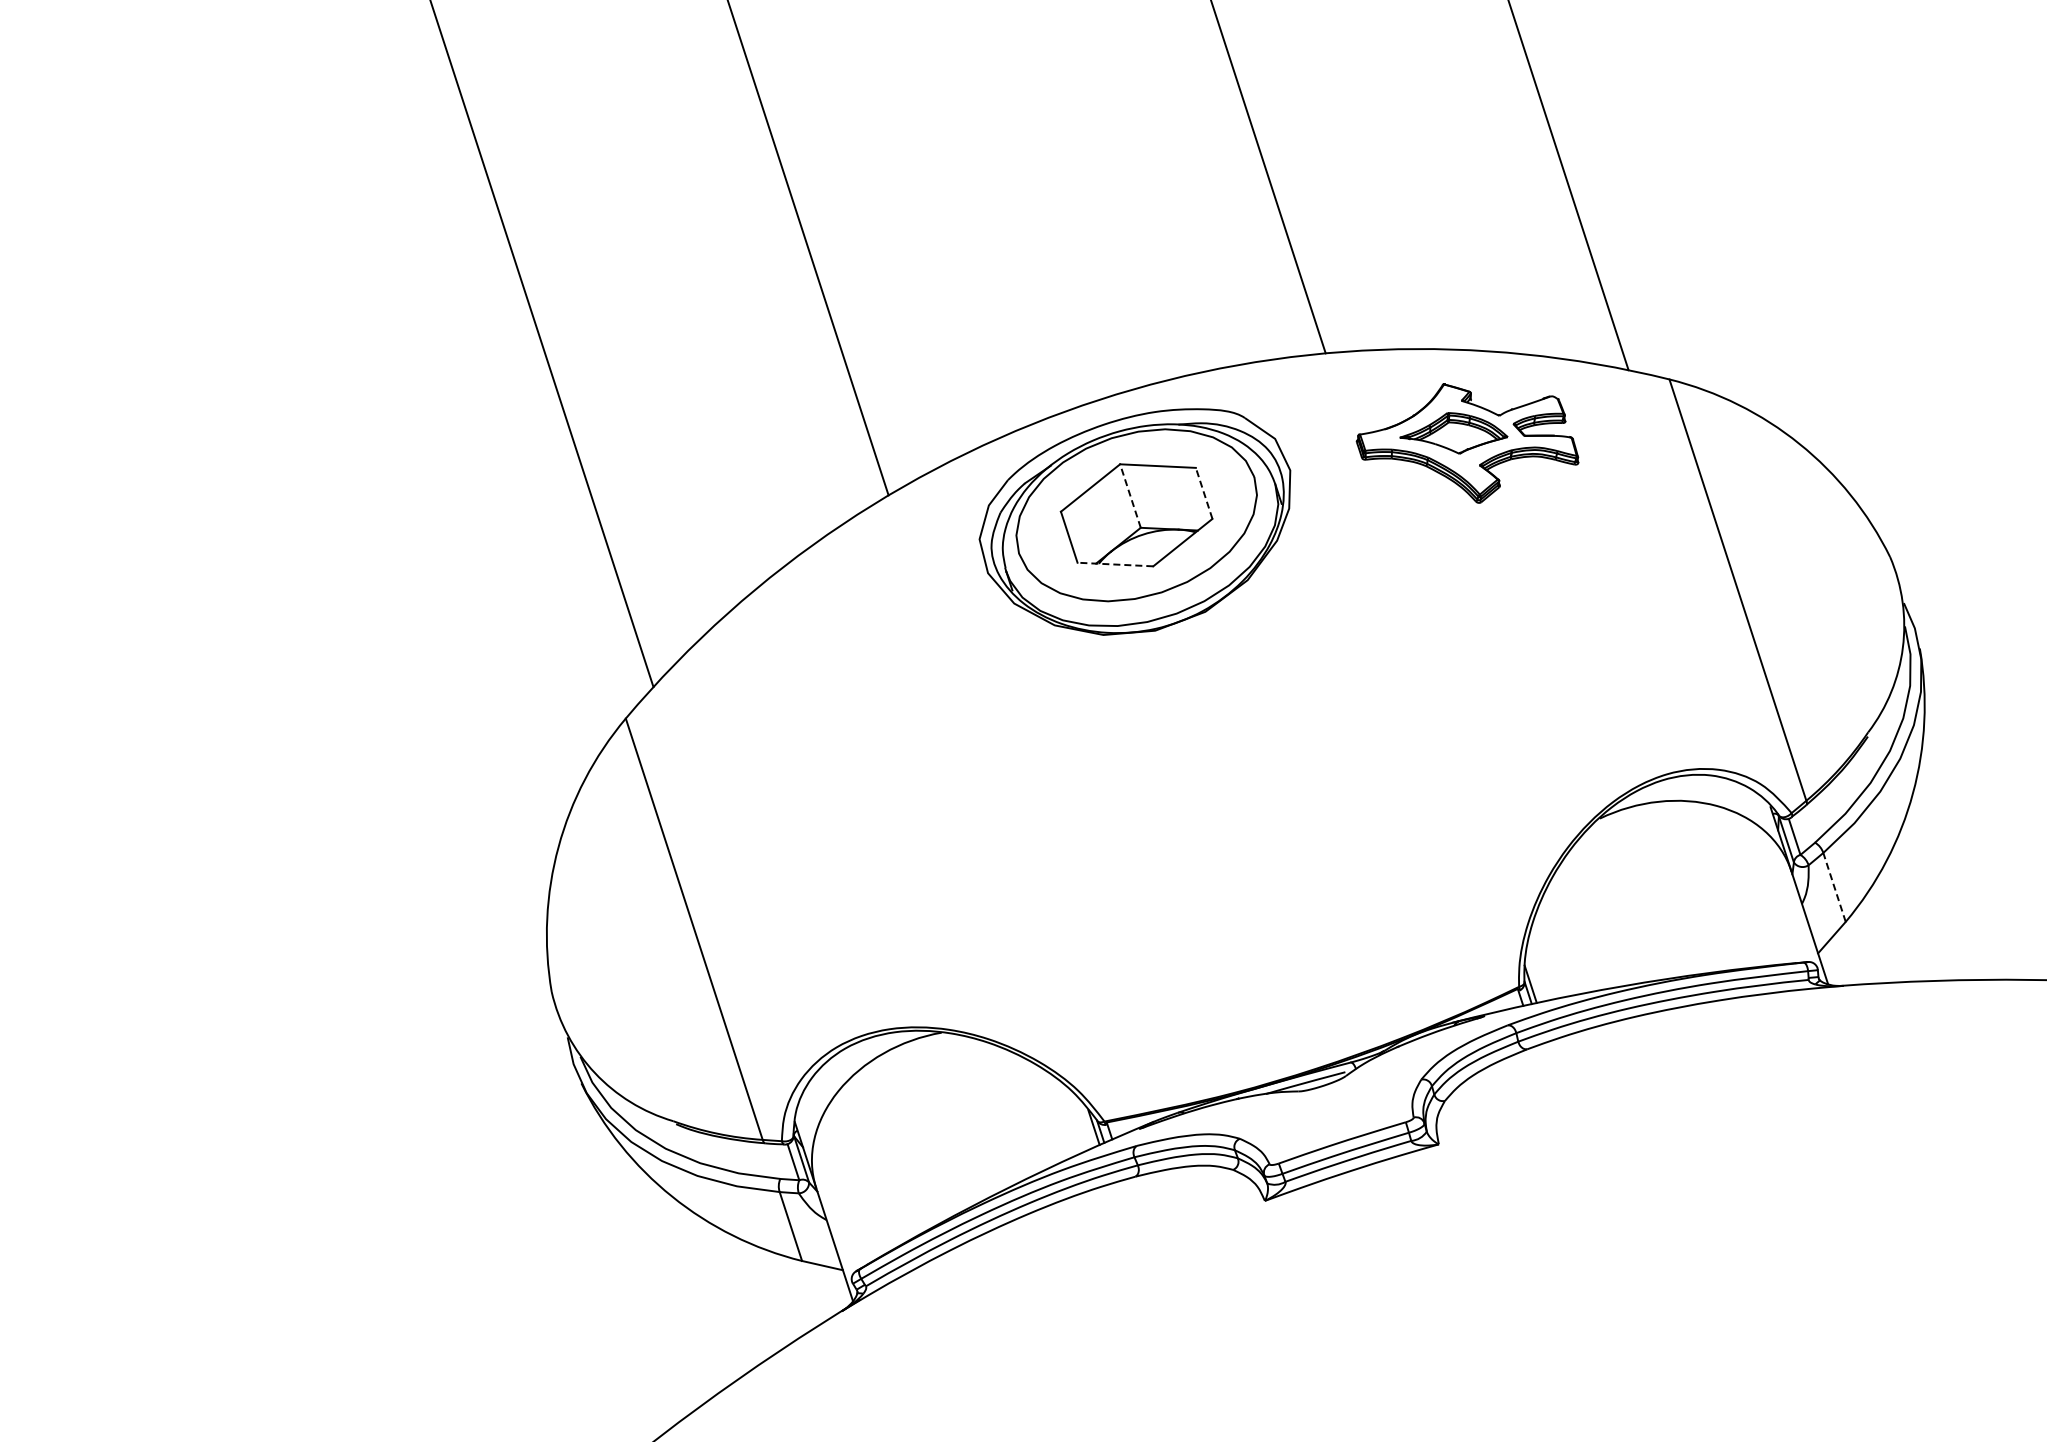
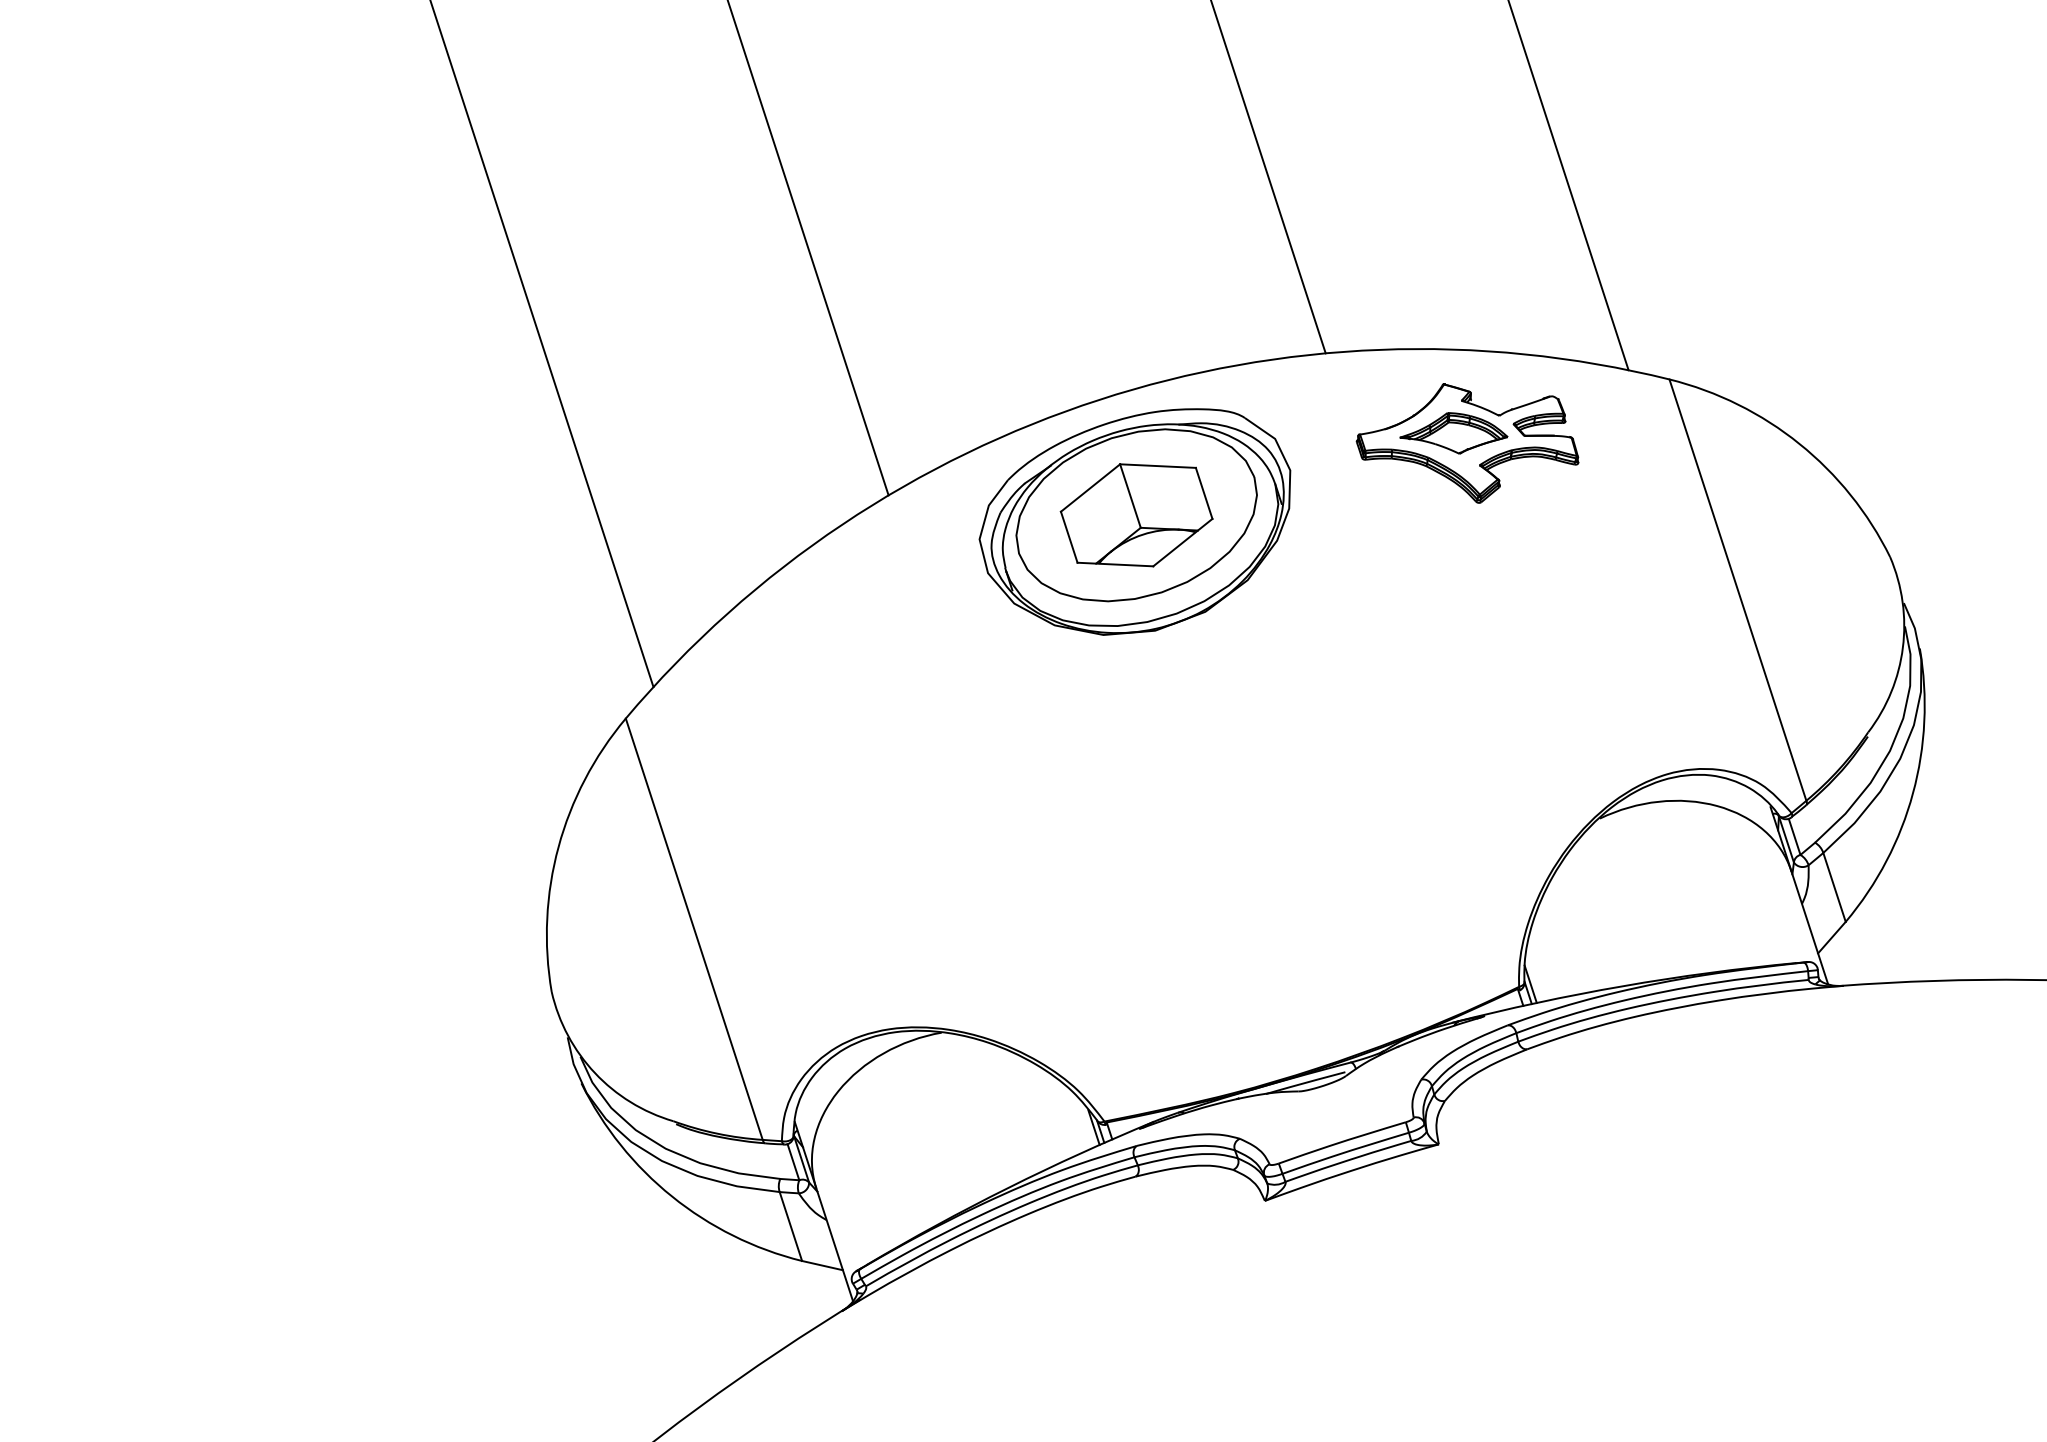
line at (1204, 493): dashed -> solid
line at (1130, 495): dashed -> solid
line at (1115, 564): dashed -> solid
line at (1834, 886): dashed -> solid
